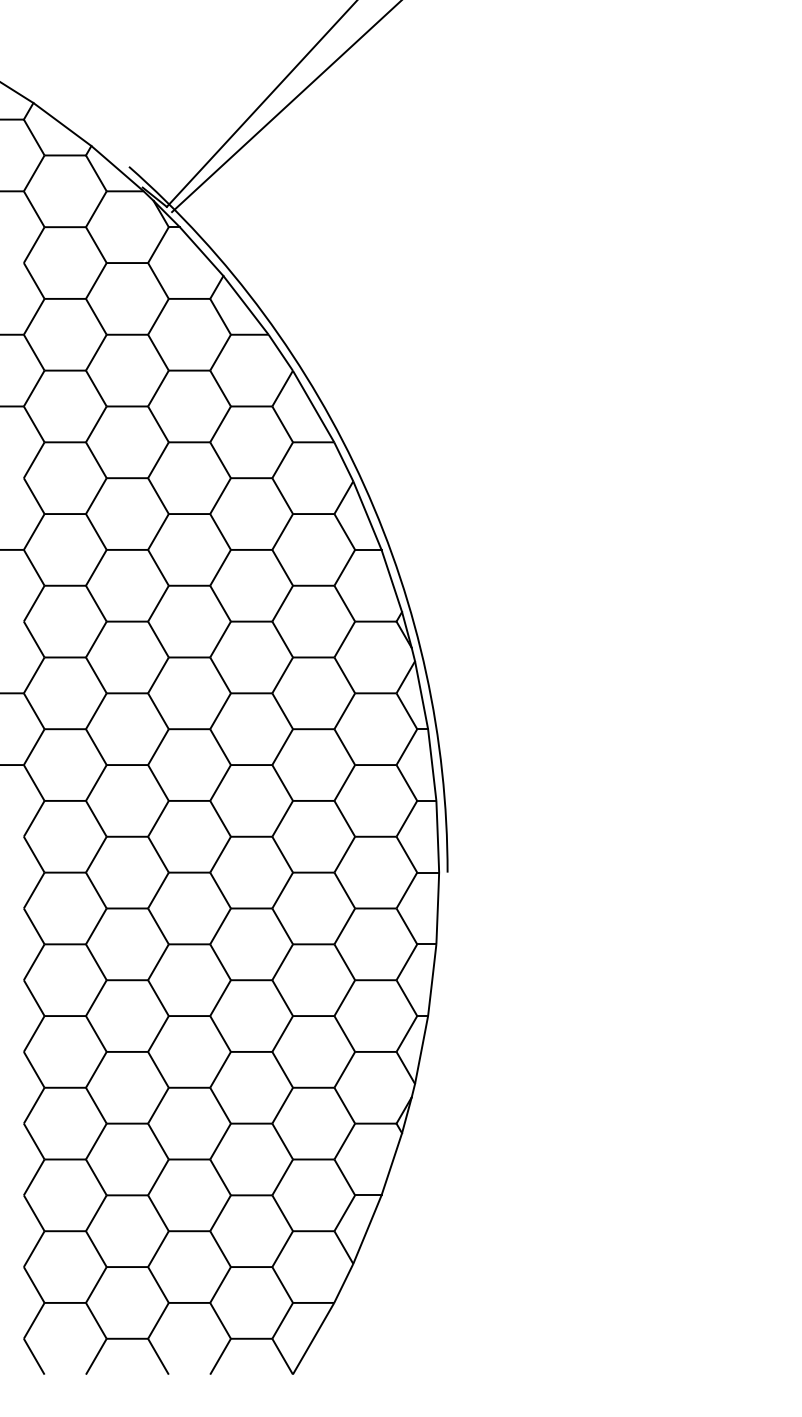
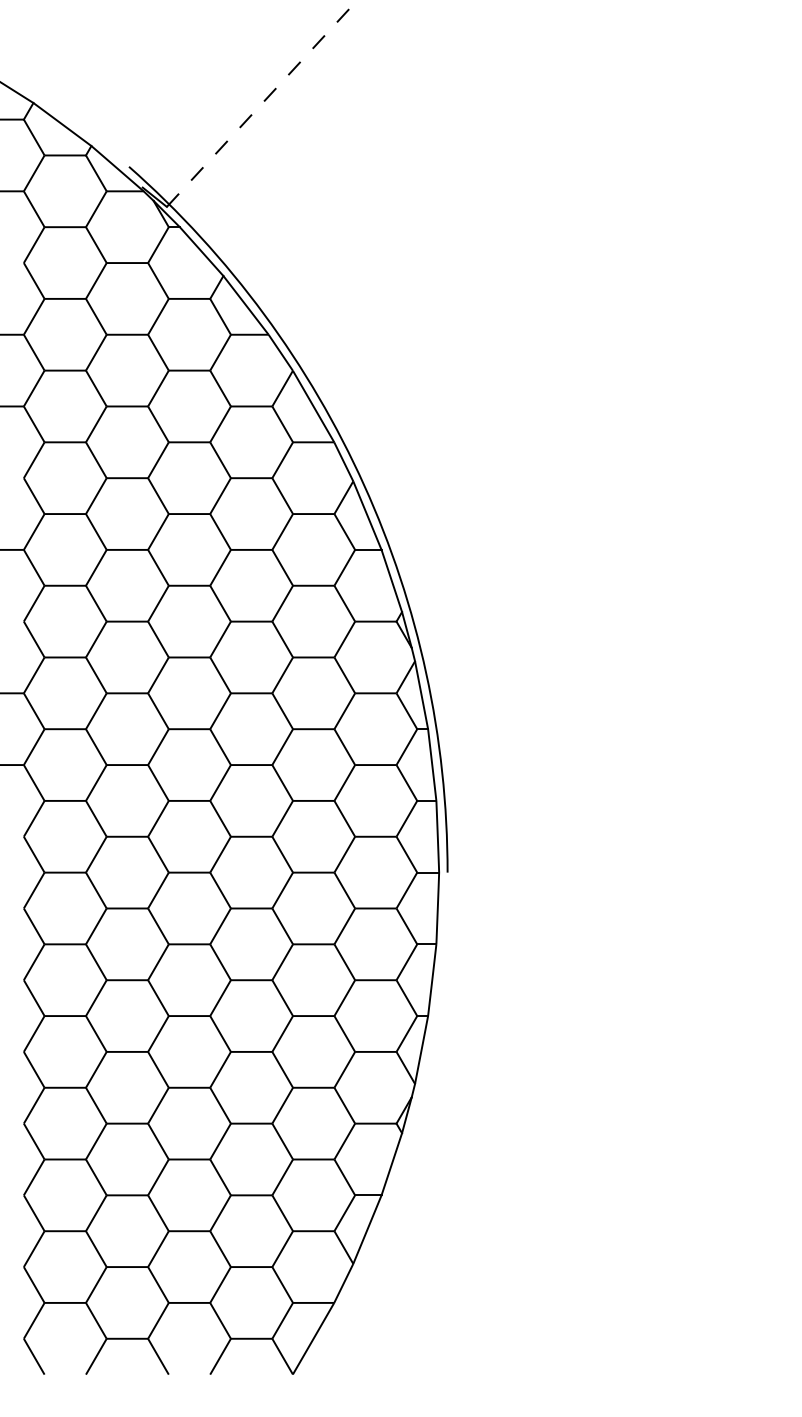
line at (262, 103): solid -> dashed
line at (285, 107): present -> none
